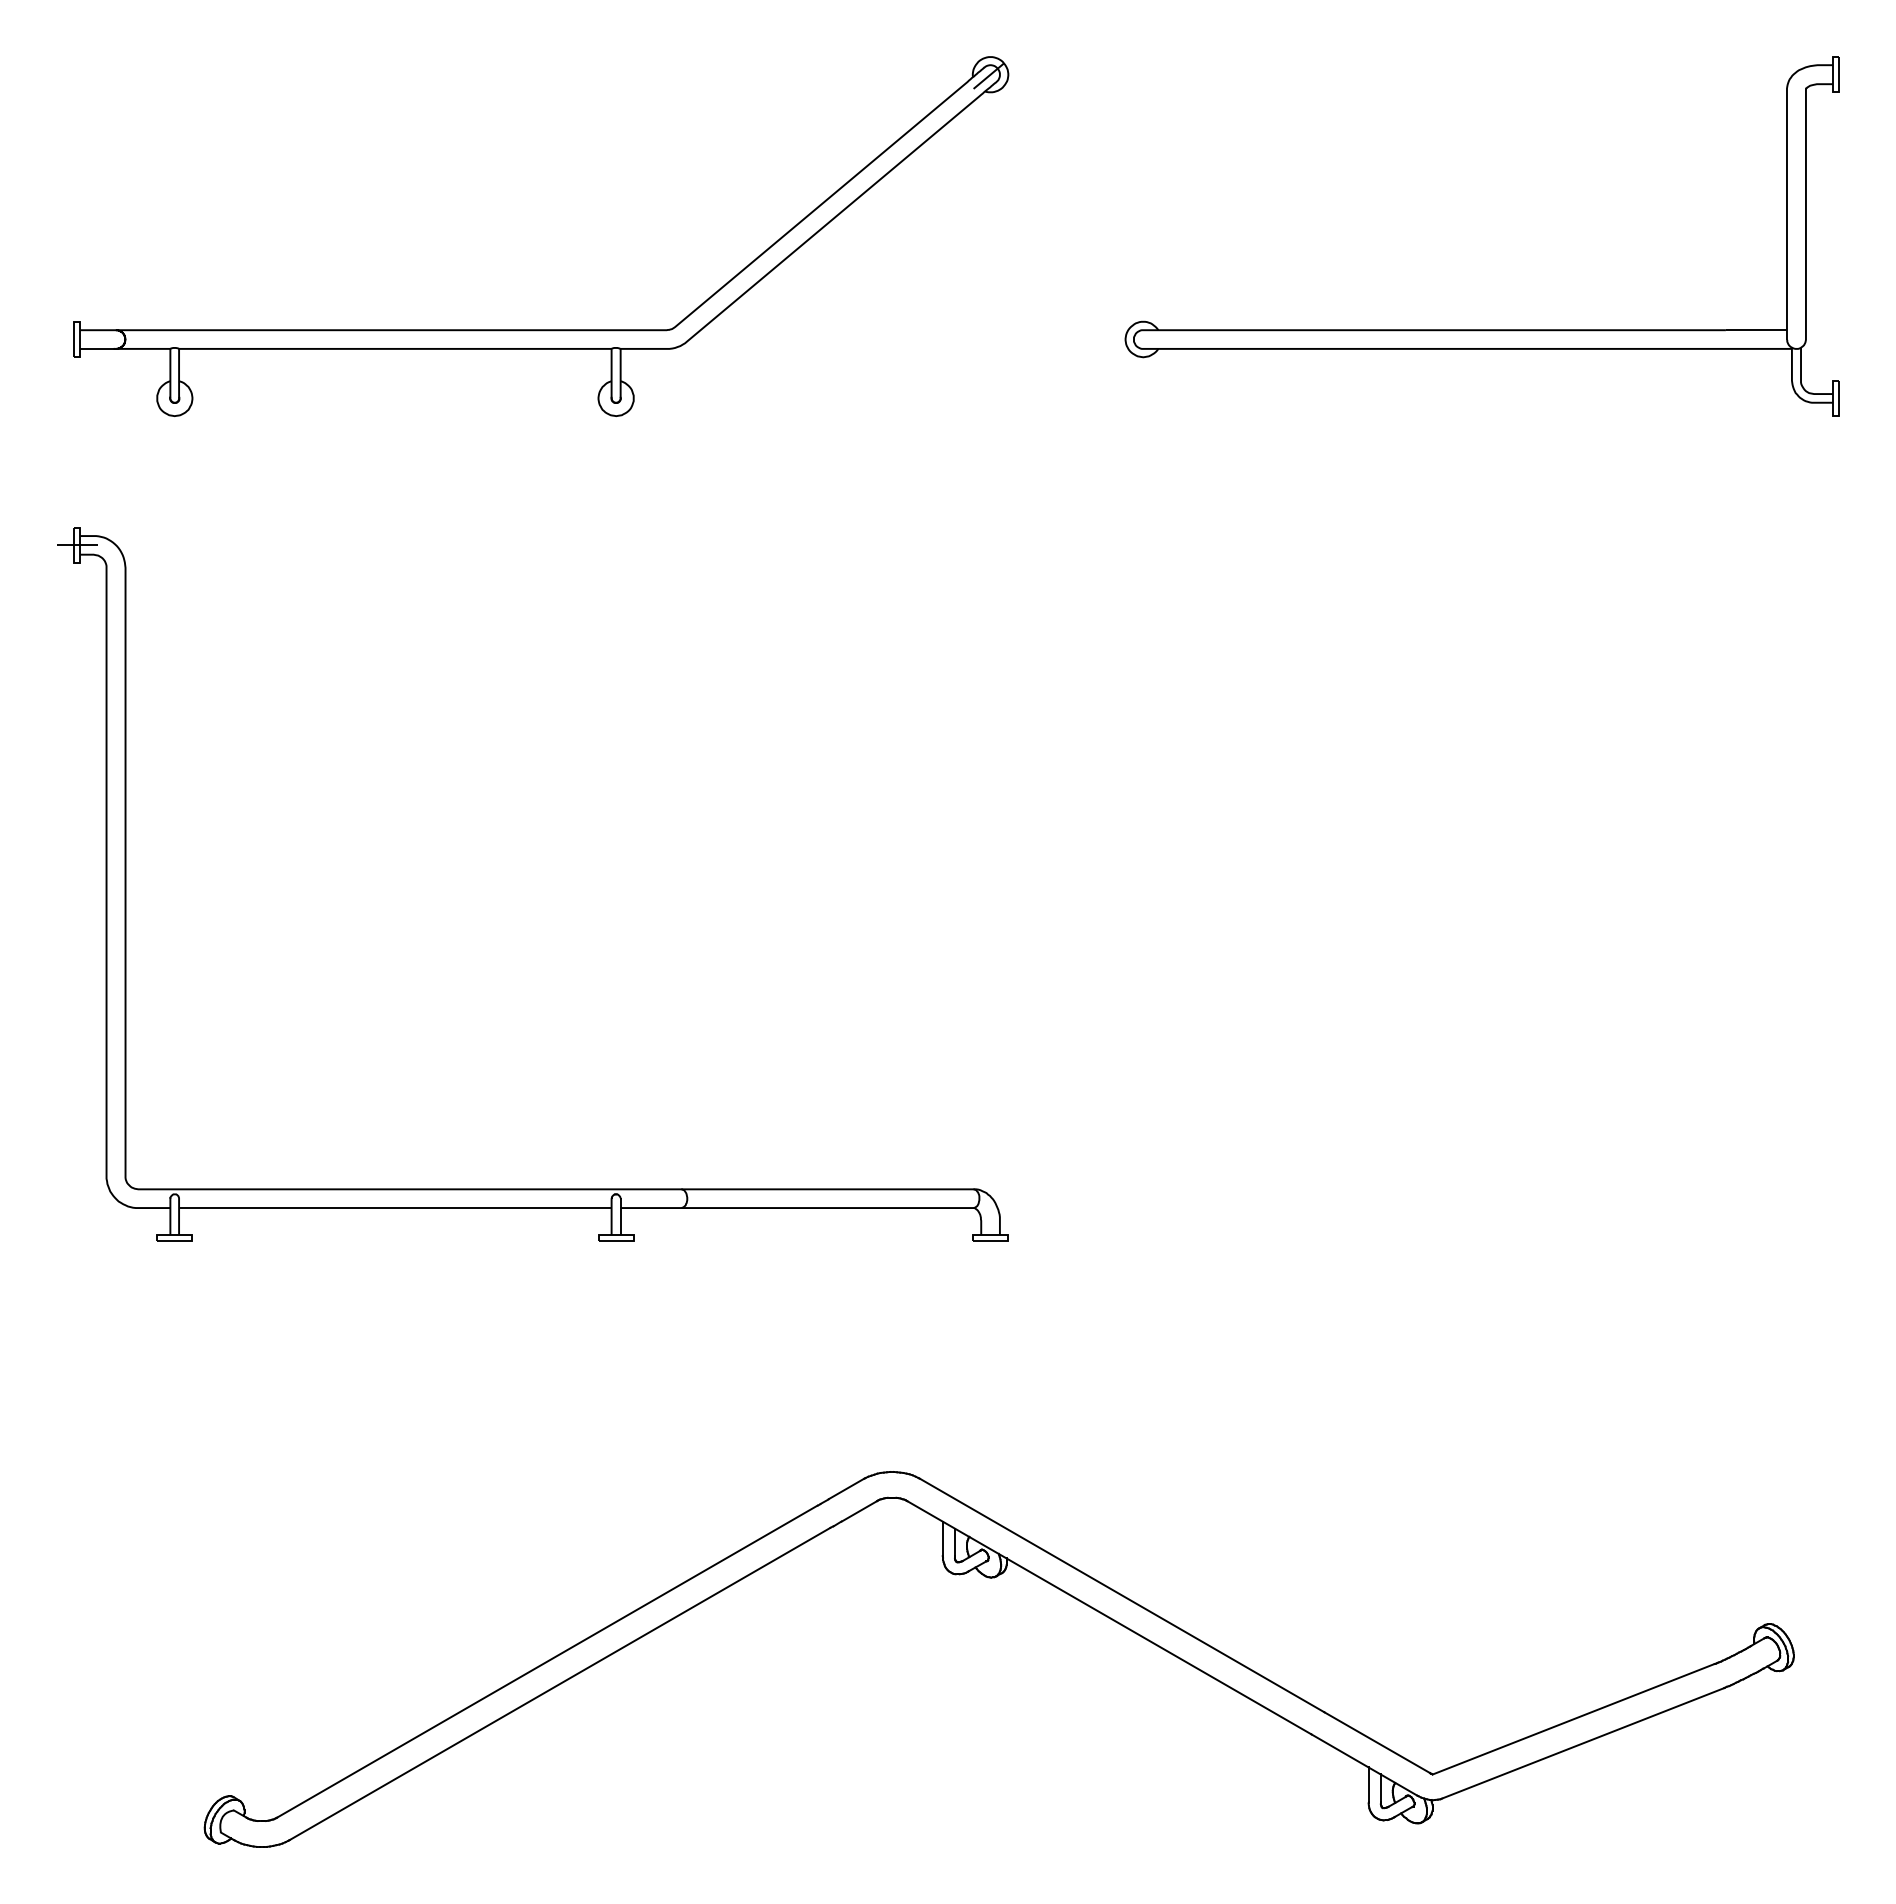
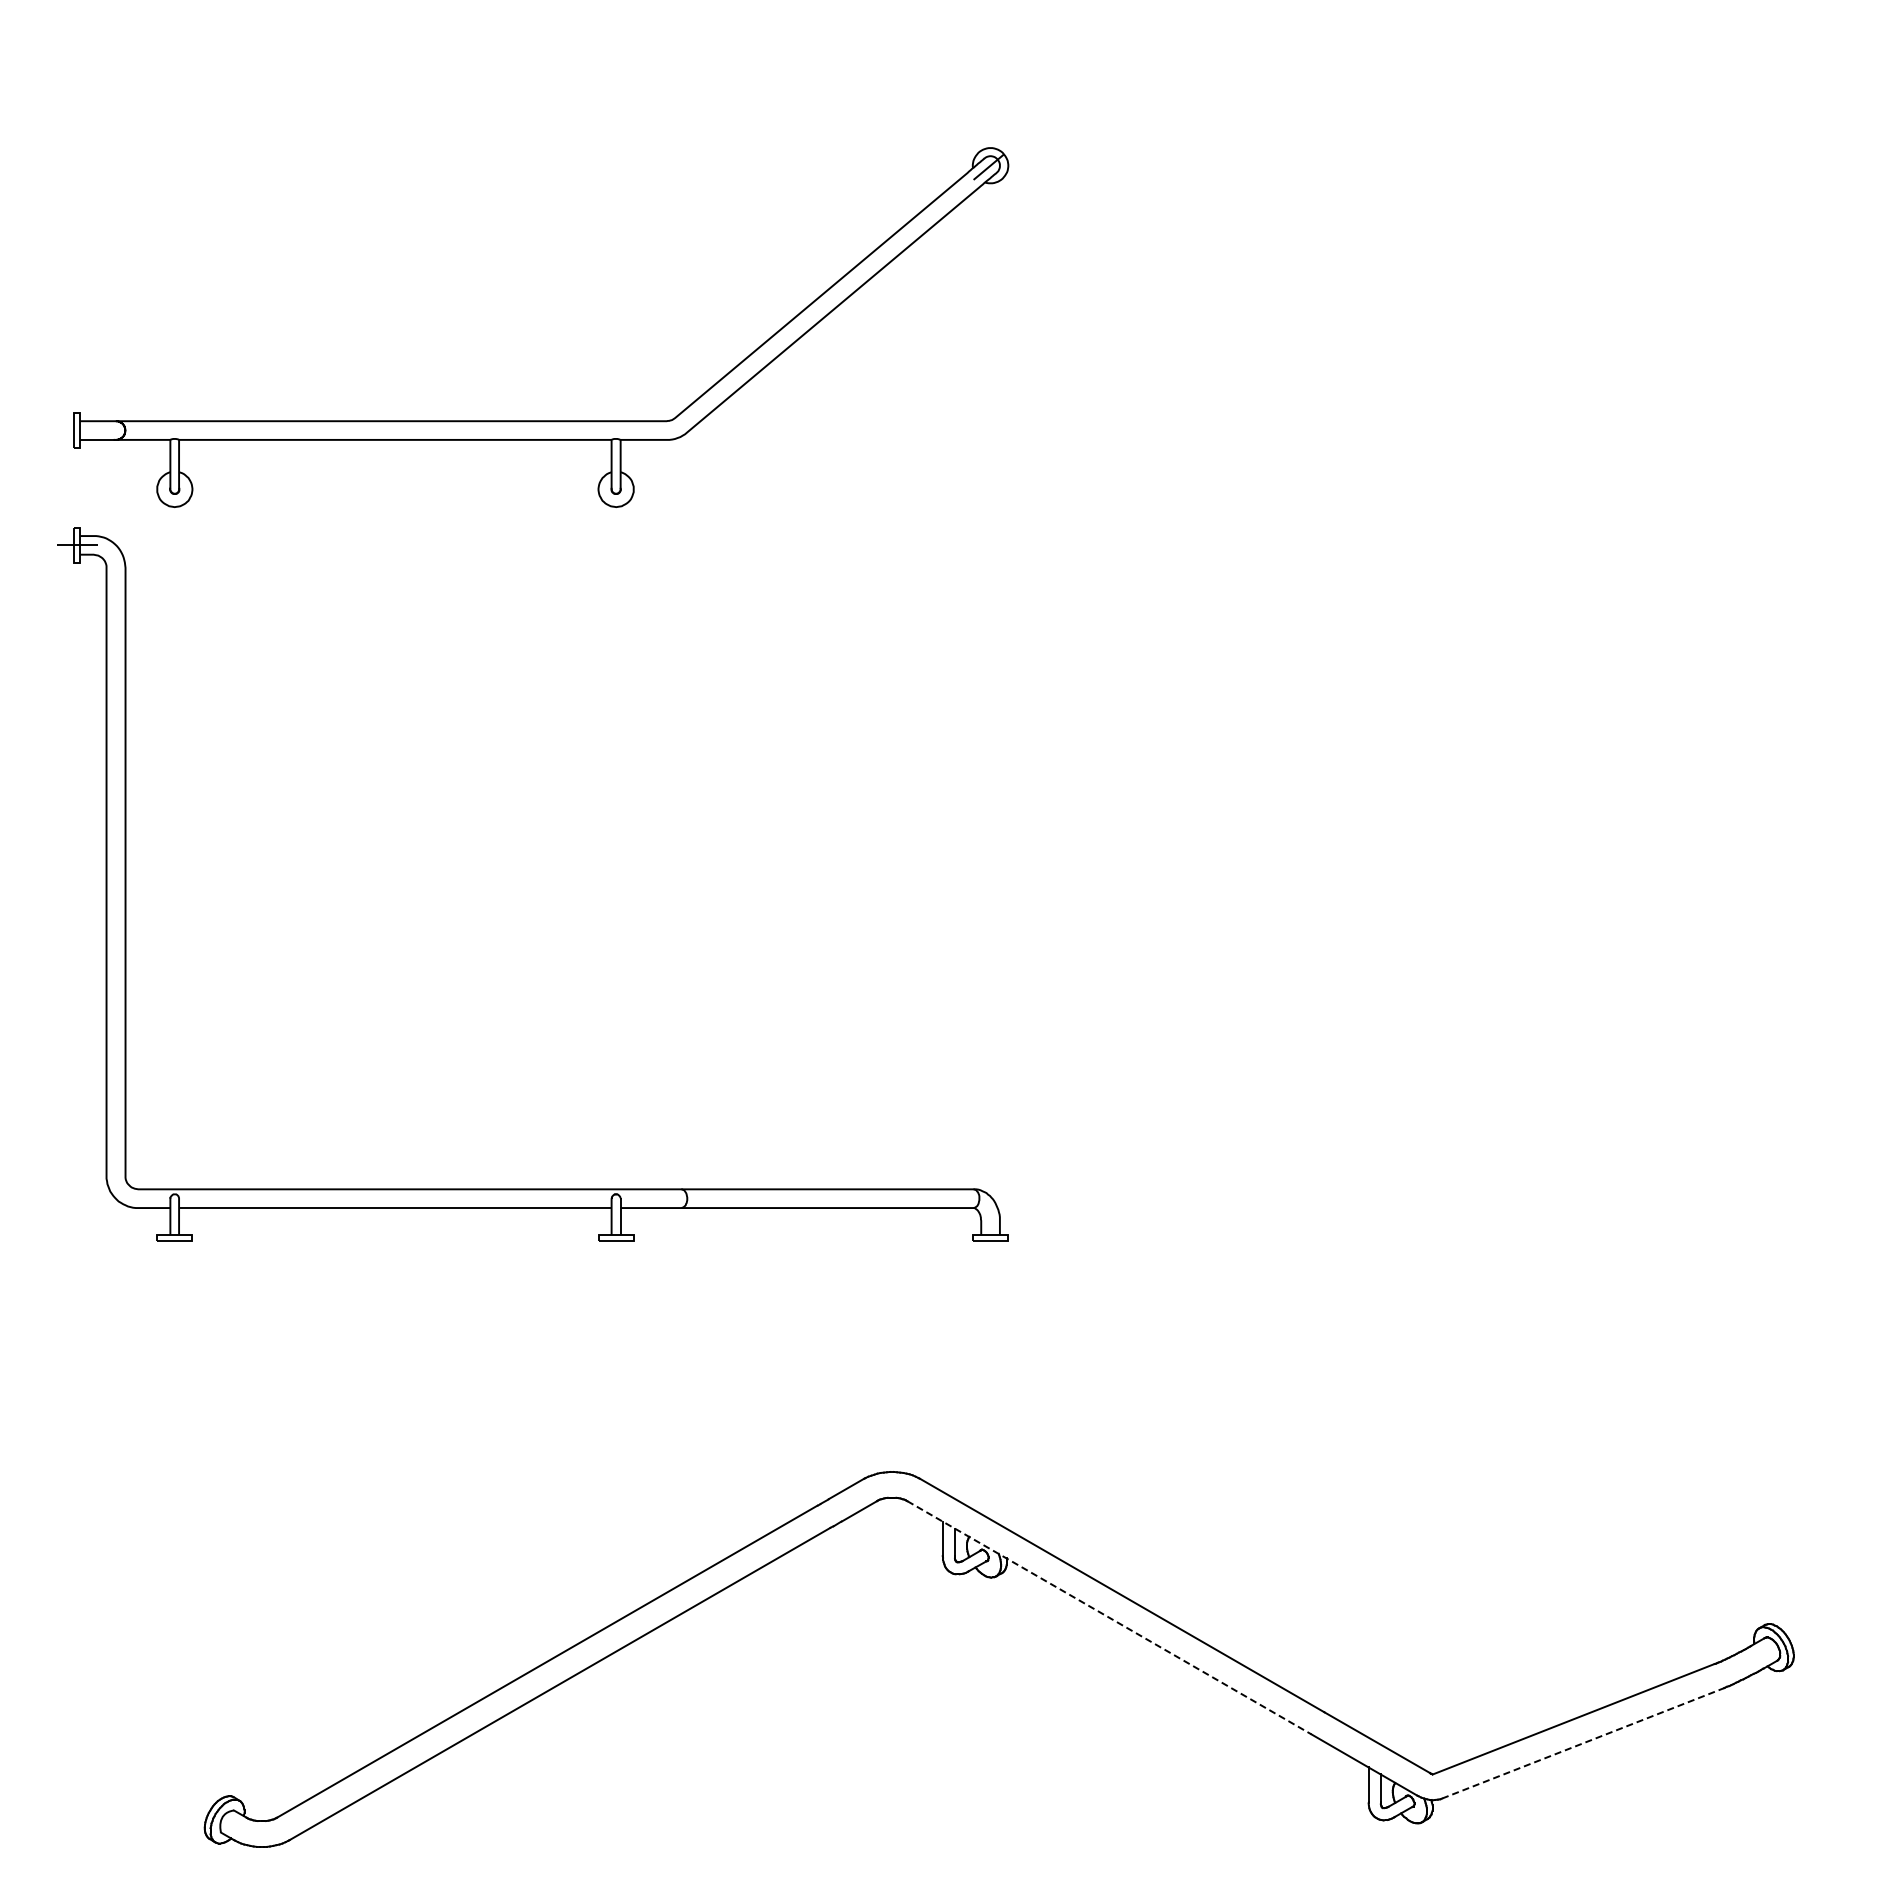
part at (541, 329) position: (541, 329) -> (541, 420)
part at (1481, 329): present -> none
line at (1109, 1618): solid -> dashed
line at (1583, 1743): solid -> dashed
